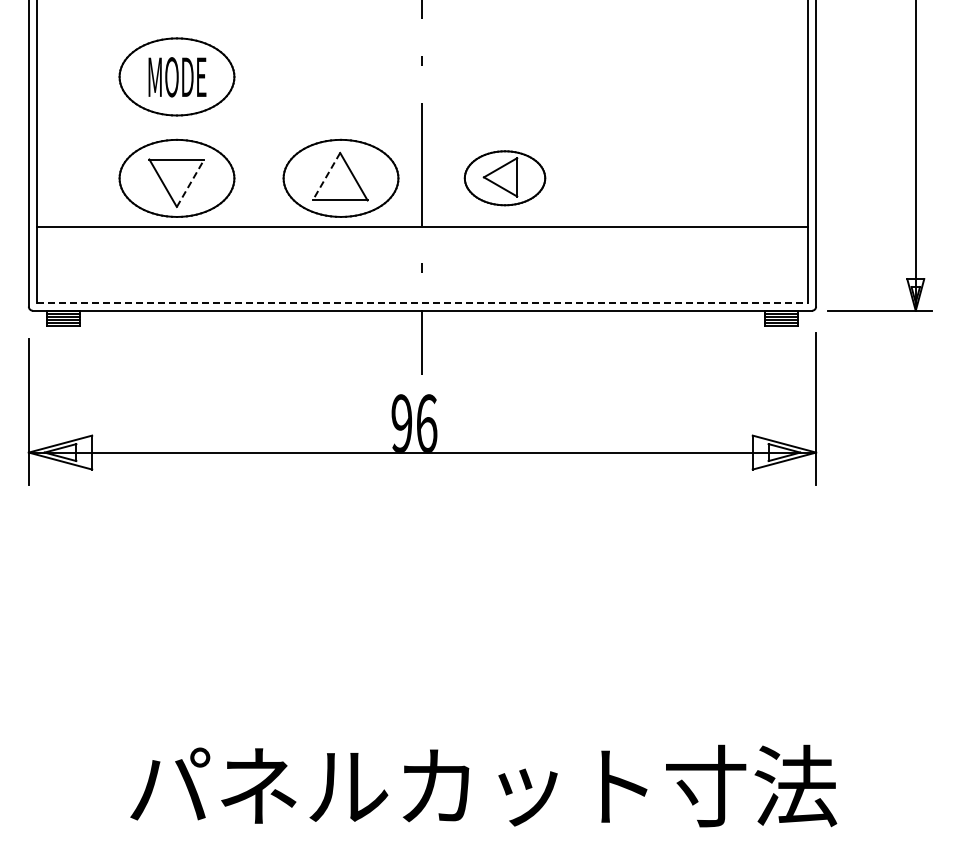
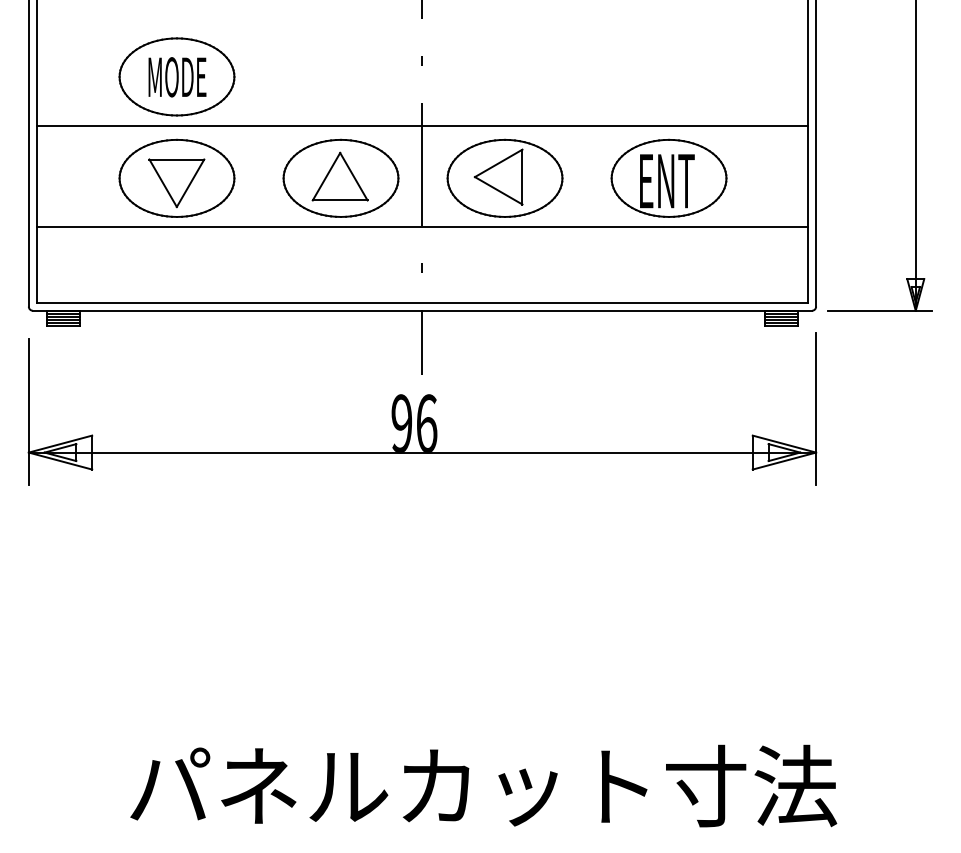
line at (422, 125): none -> present
line at (326, 177): dashed -> solid
part at (668, 177): none -> present
part at (504, 178) size: 84x57 px -> 118x80 px
line at (190, 182): dashed -> solid
line at (422, 302): dashed -> solid
